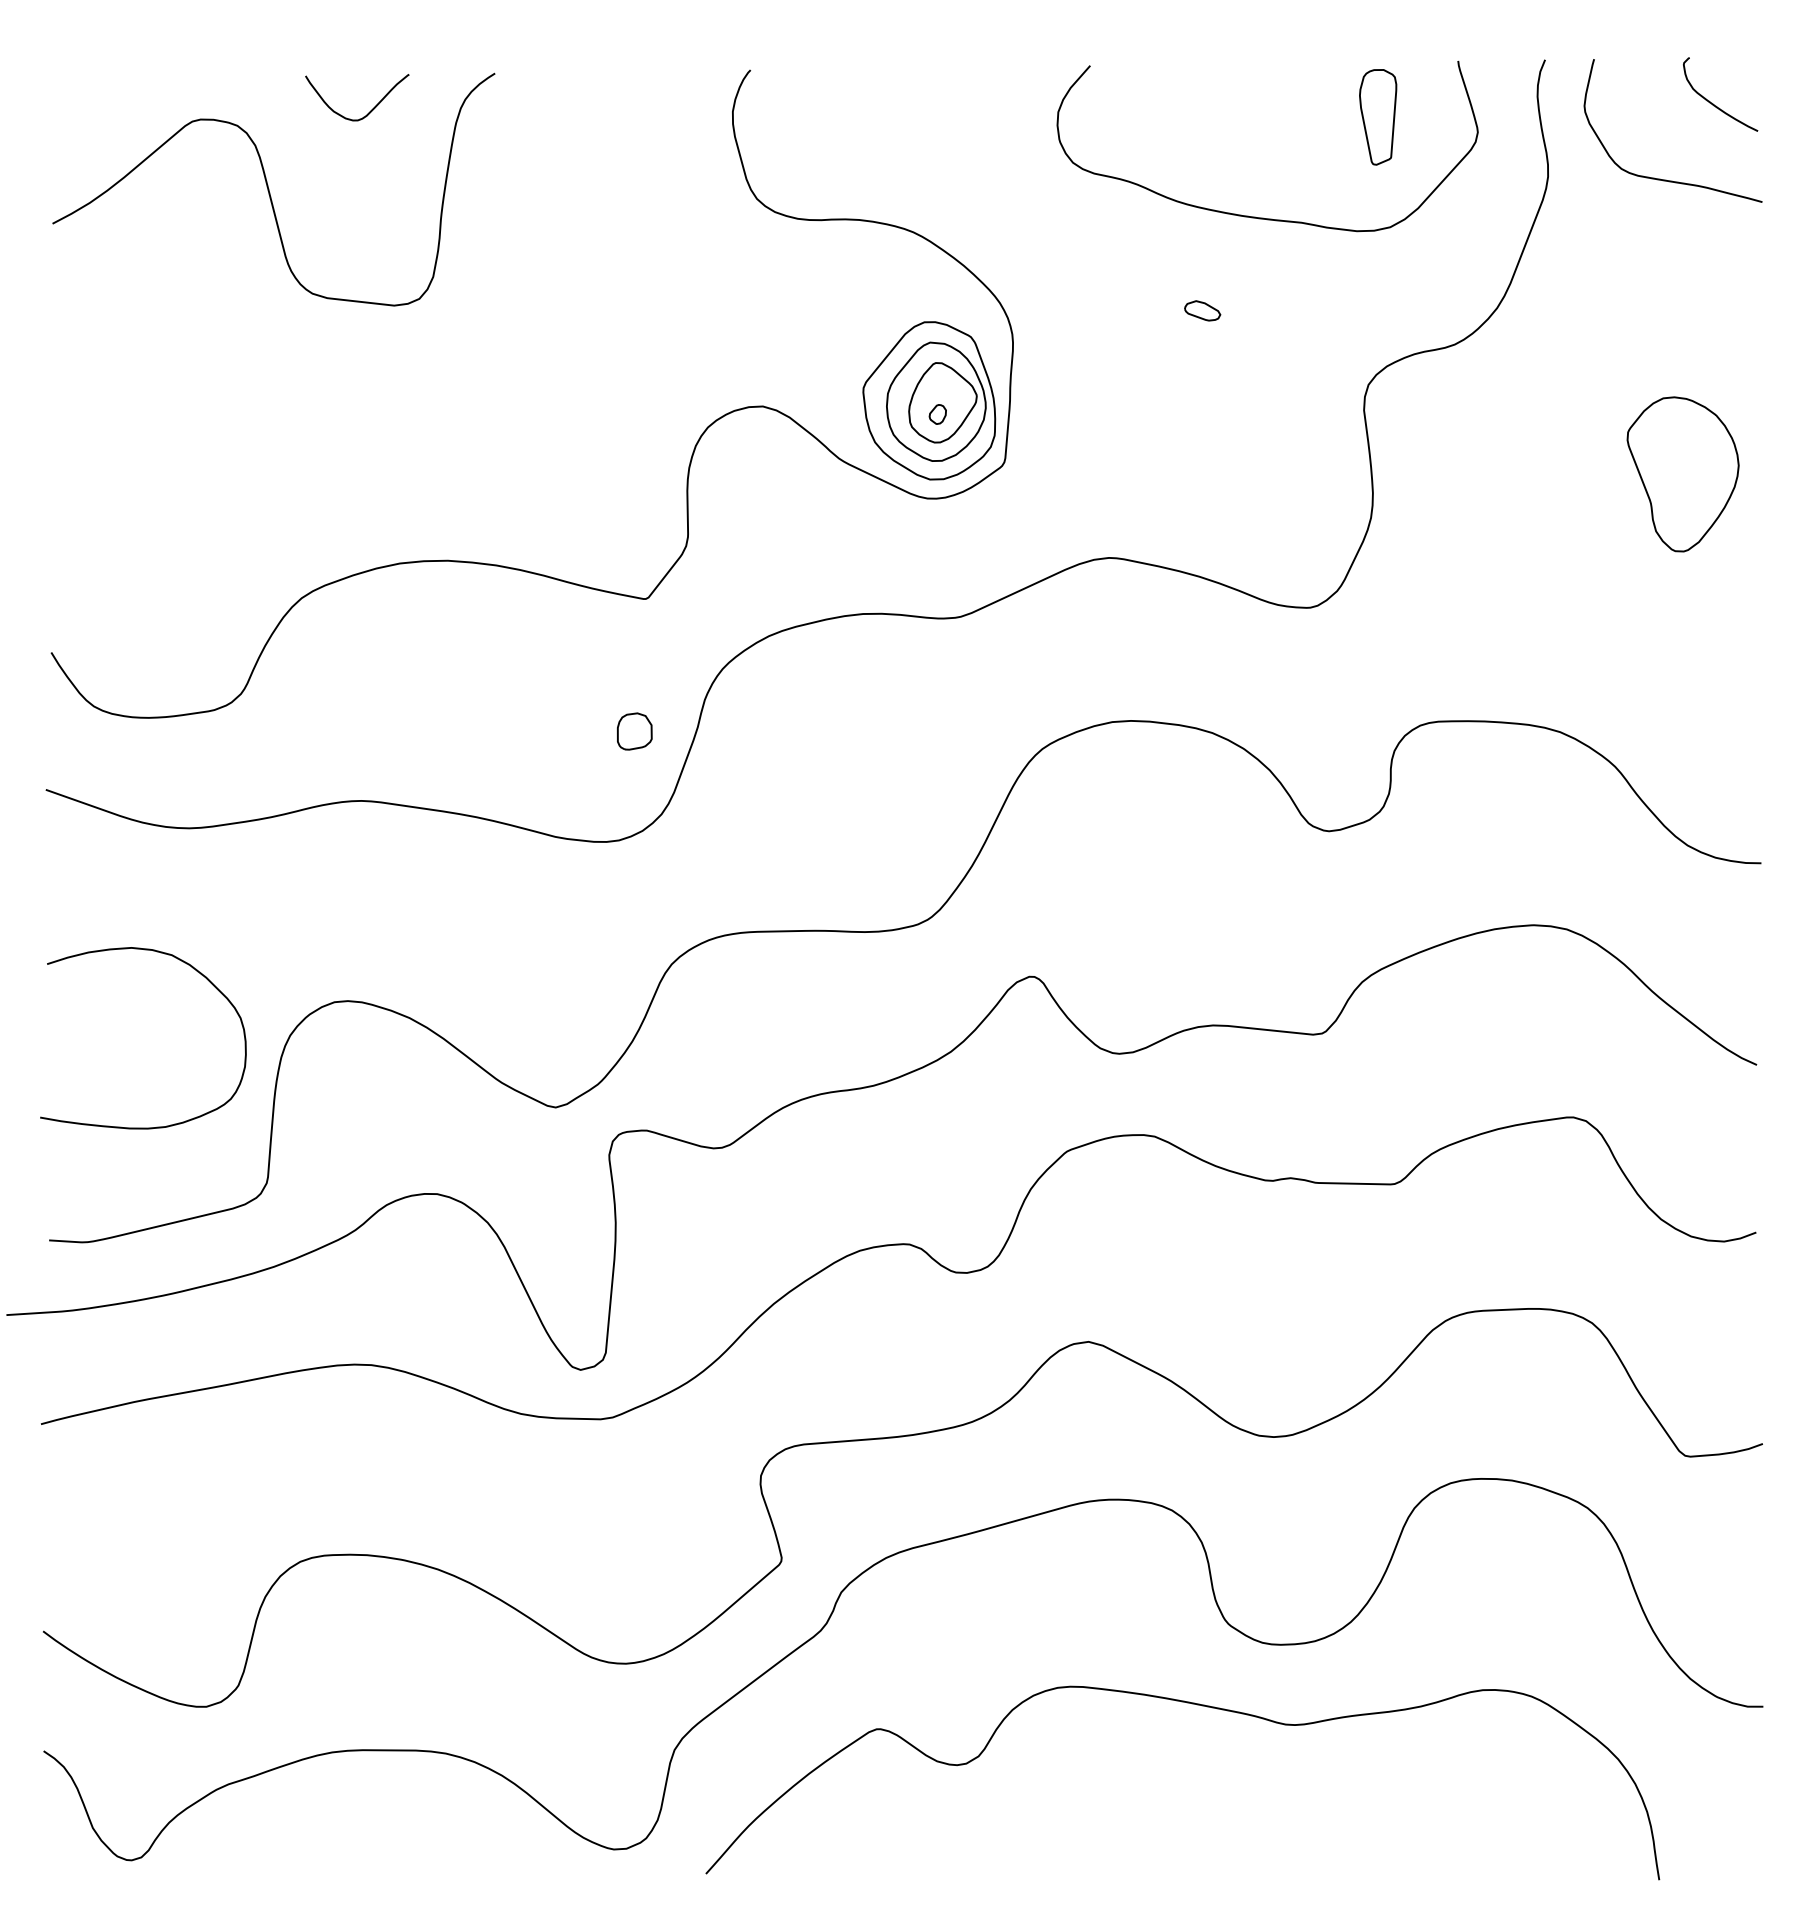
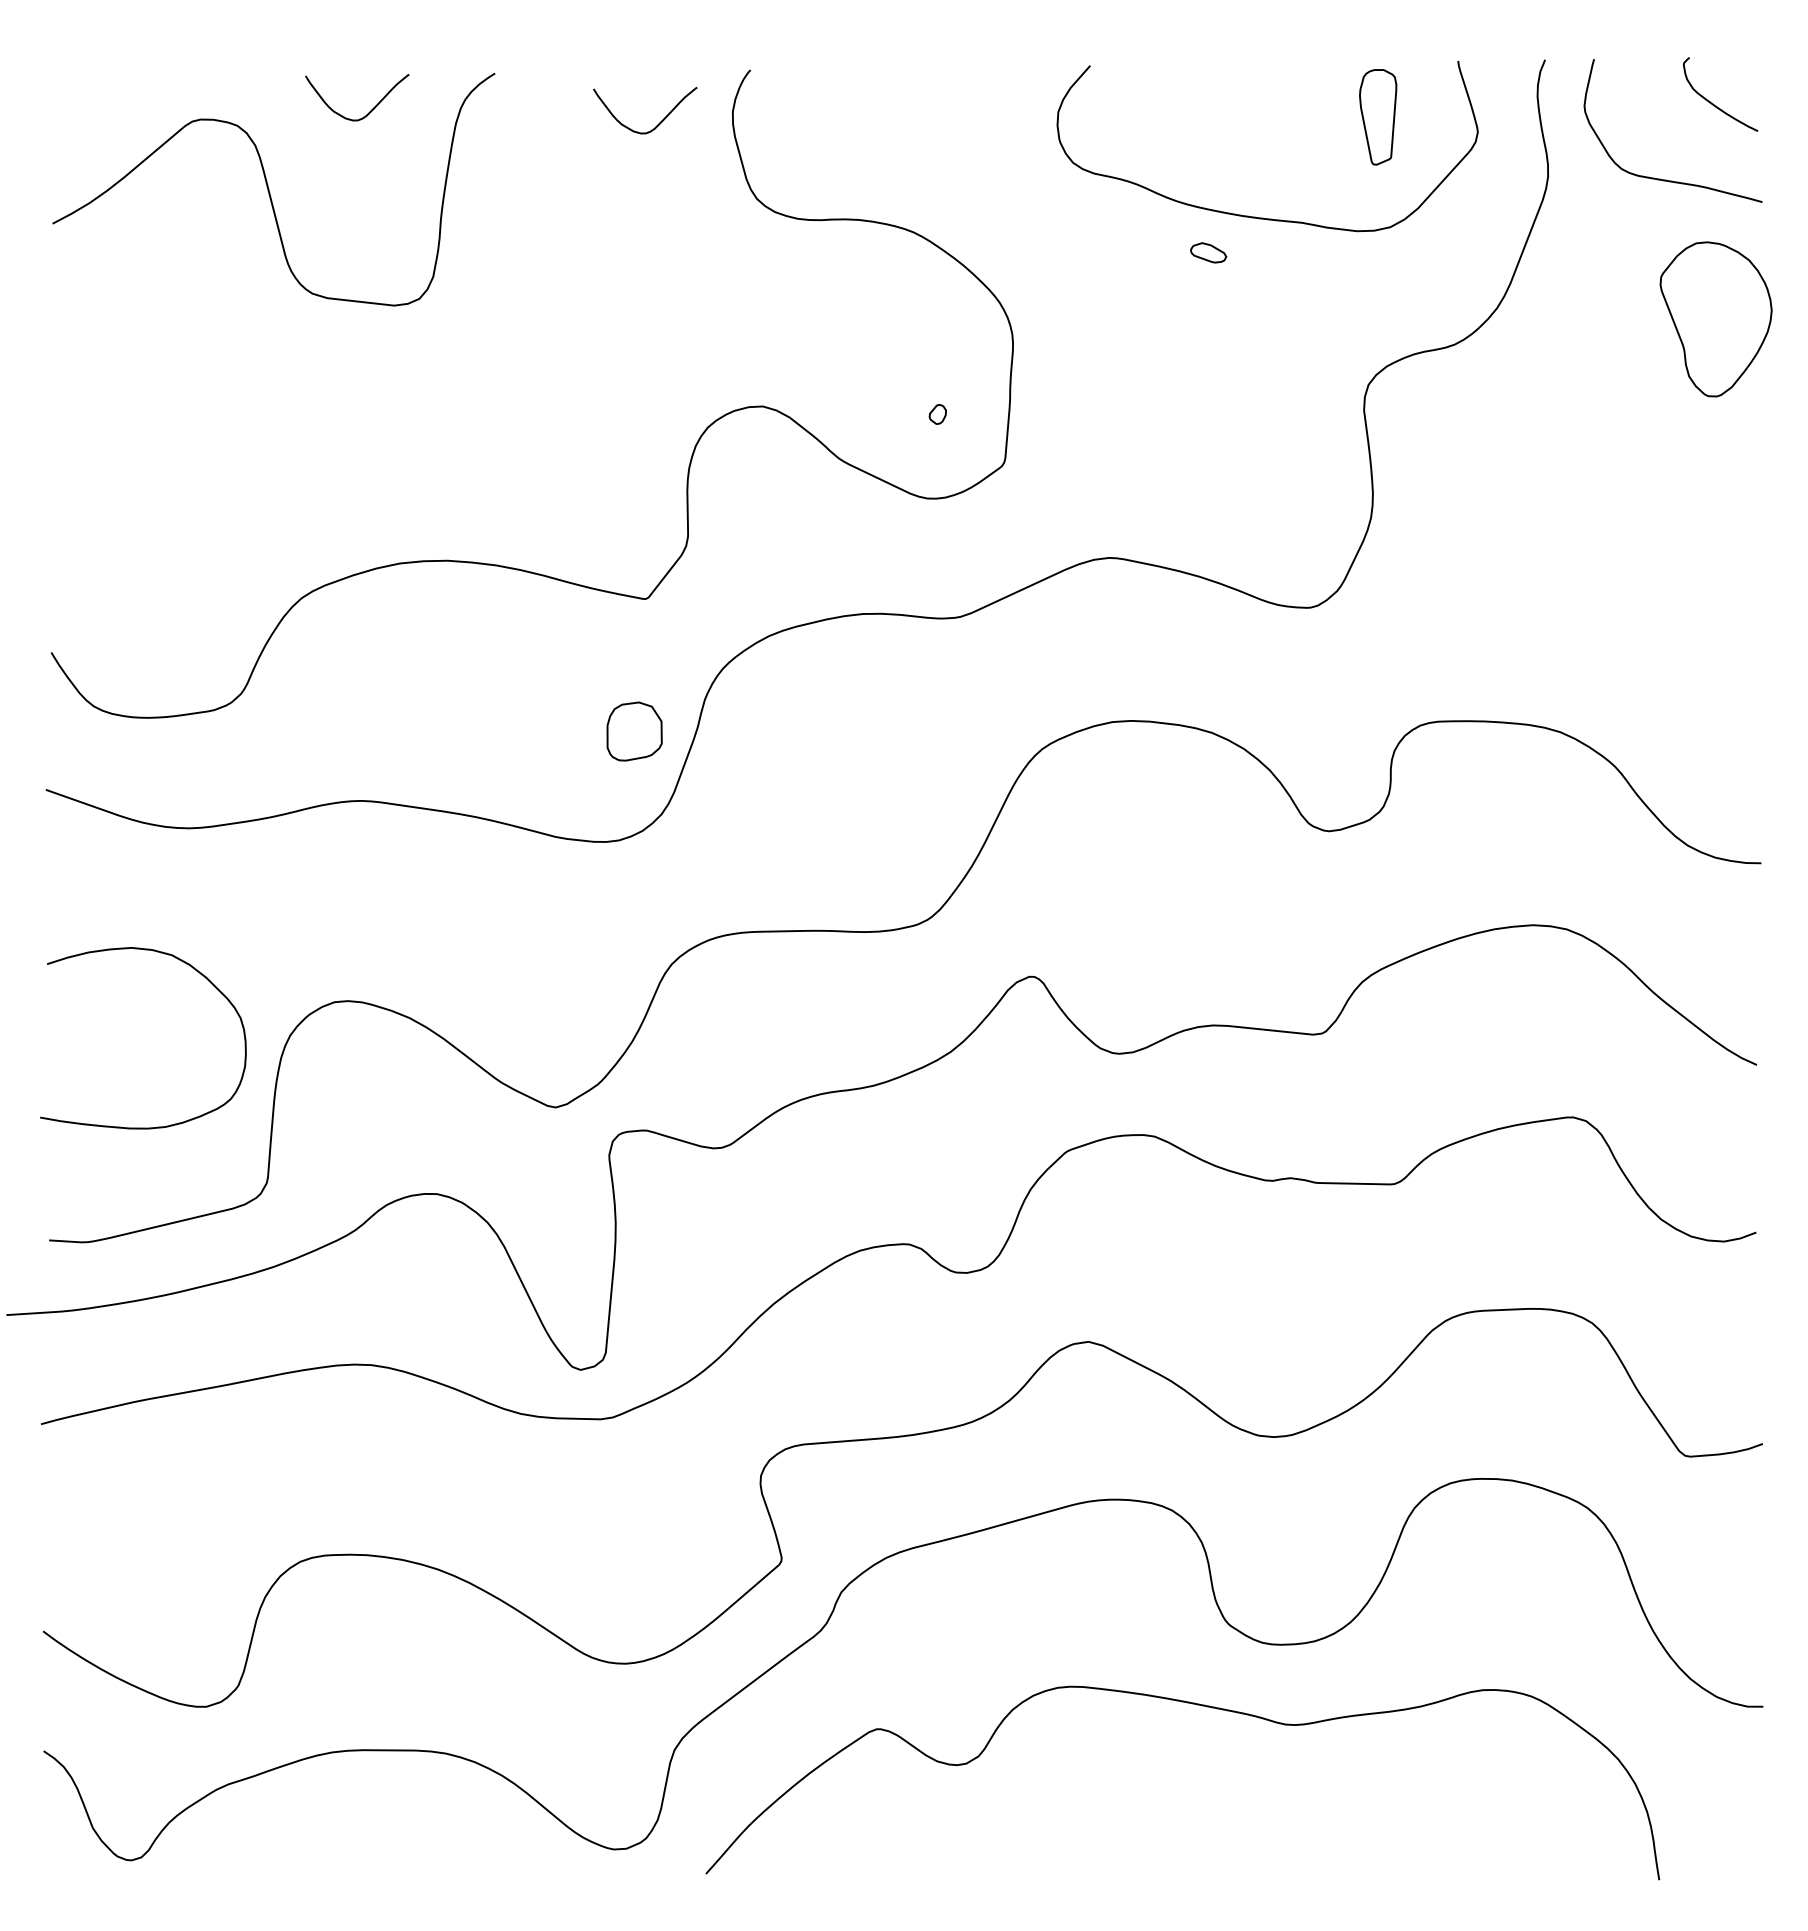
curve at (658, 123): none -> present
part at (1202, 310) position: (1202, 310) -> (1208, 252)
part at (929, 400): present -> none
part at (1682, 474) position: (1682, 474) -> (1715, 319)
part at (634, 731) size: 36x39 px -> 57x61 px
